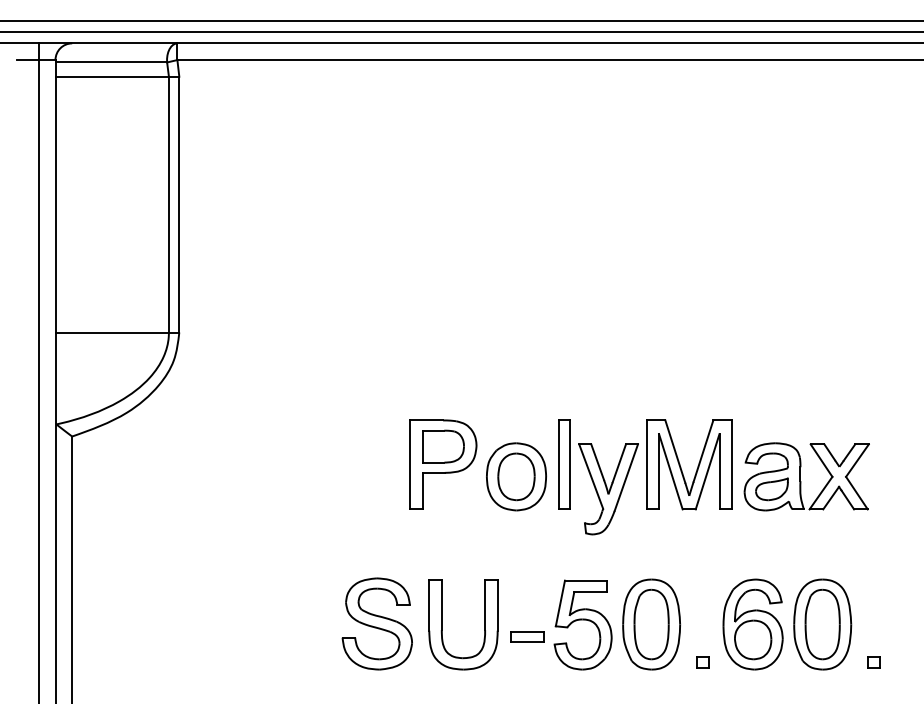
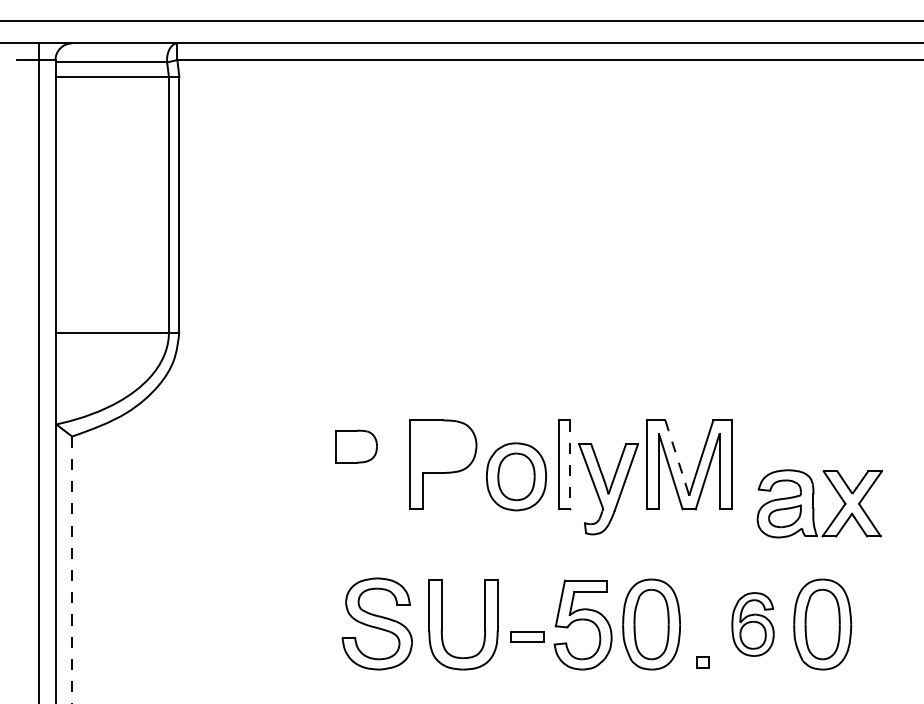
line at (461, 32): present -> none
part at (443, 446) position: (443, 446) -> (356, 446)
line at (675, 451): solid -> dashed
line at (570, 465): solid -> dashed
part at (806, 476) position: (806, 476) -> (819, 503)
line at (72, 570): solid -> dashed
part at (752, 624) size: 62x93 px -> 44x65 px
part at (873, 662): present -> none
